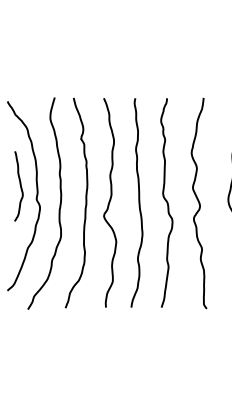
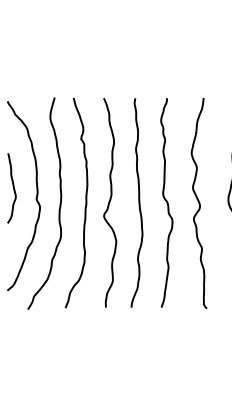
curve at (20, 186) position: (20, 186) -> (13, 188)
